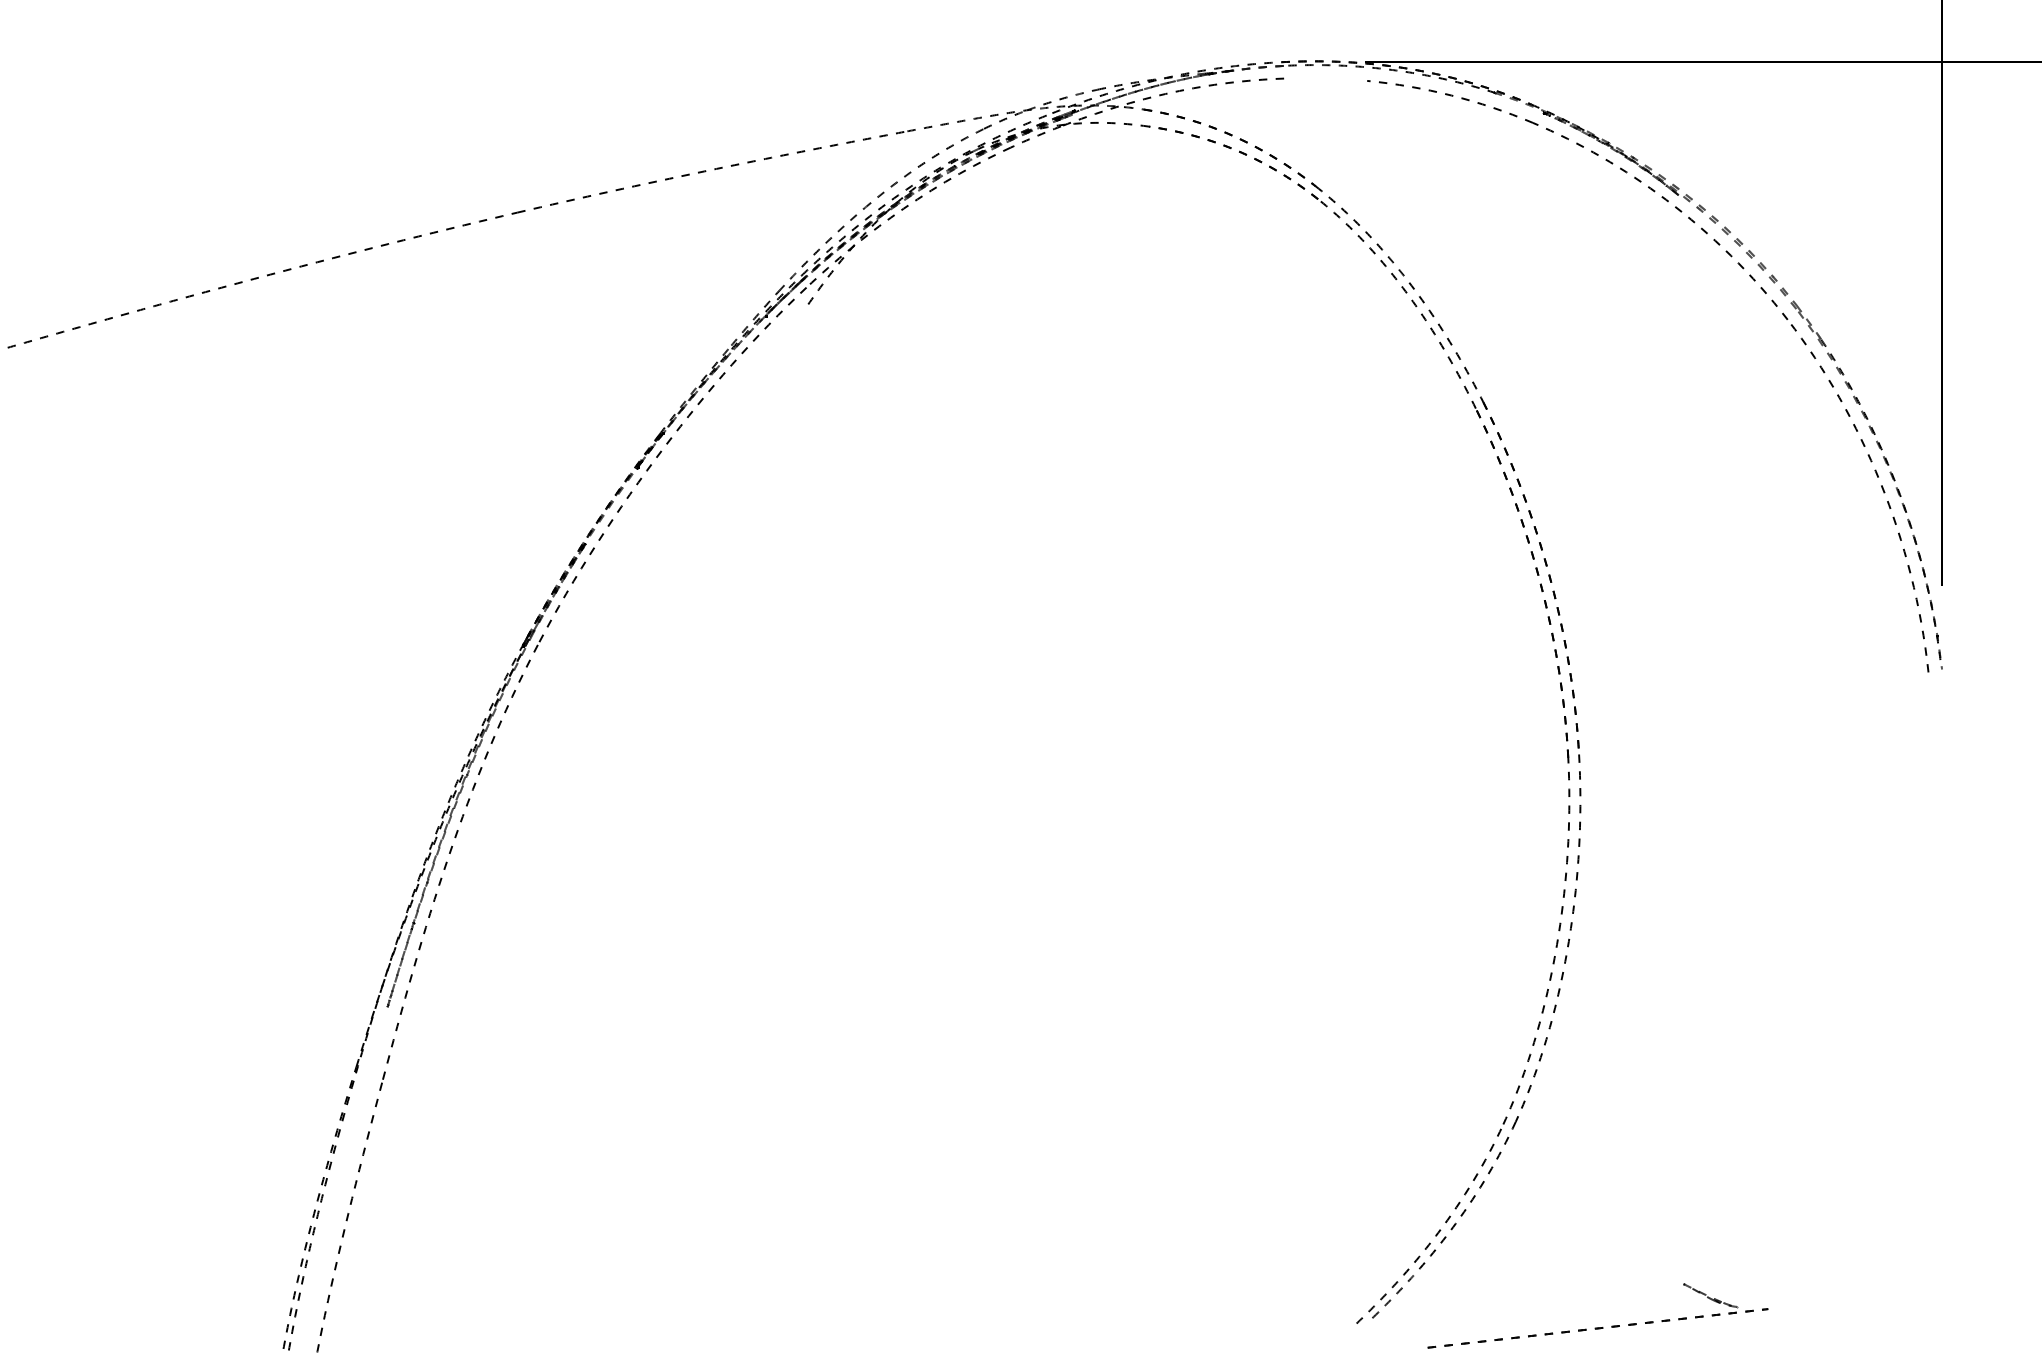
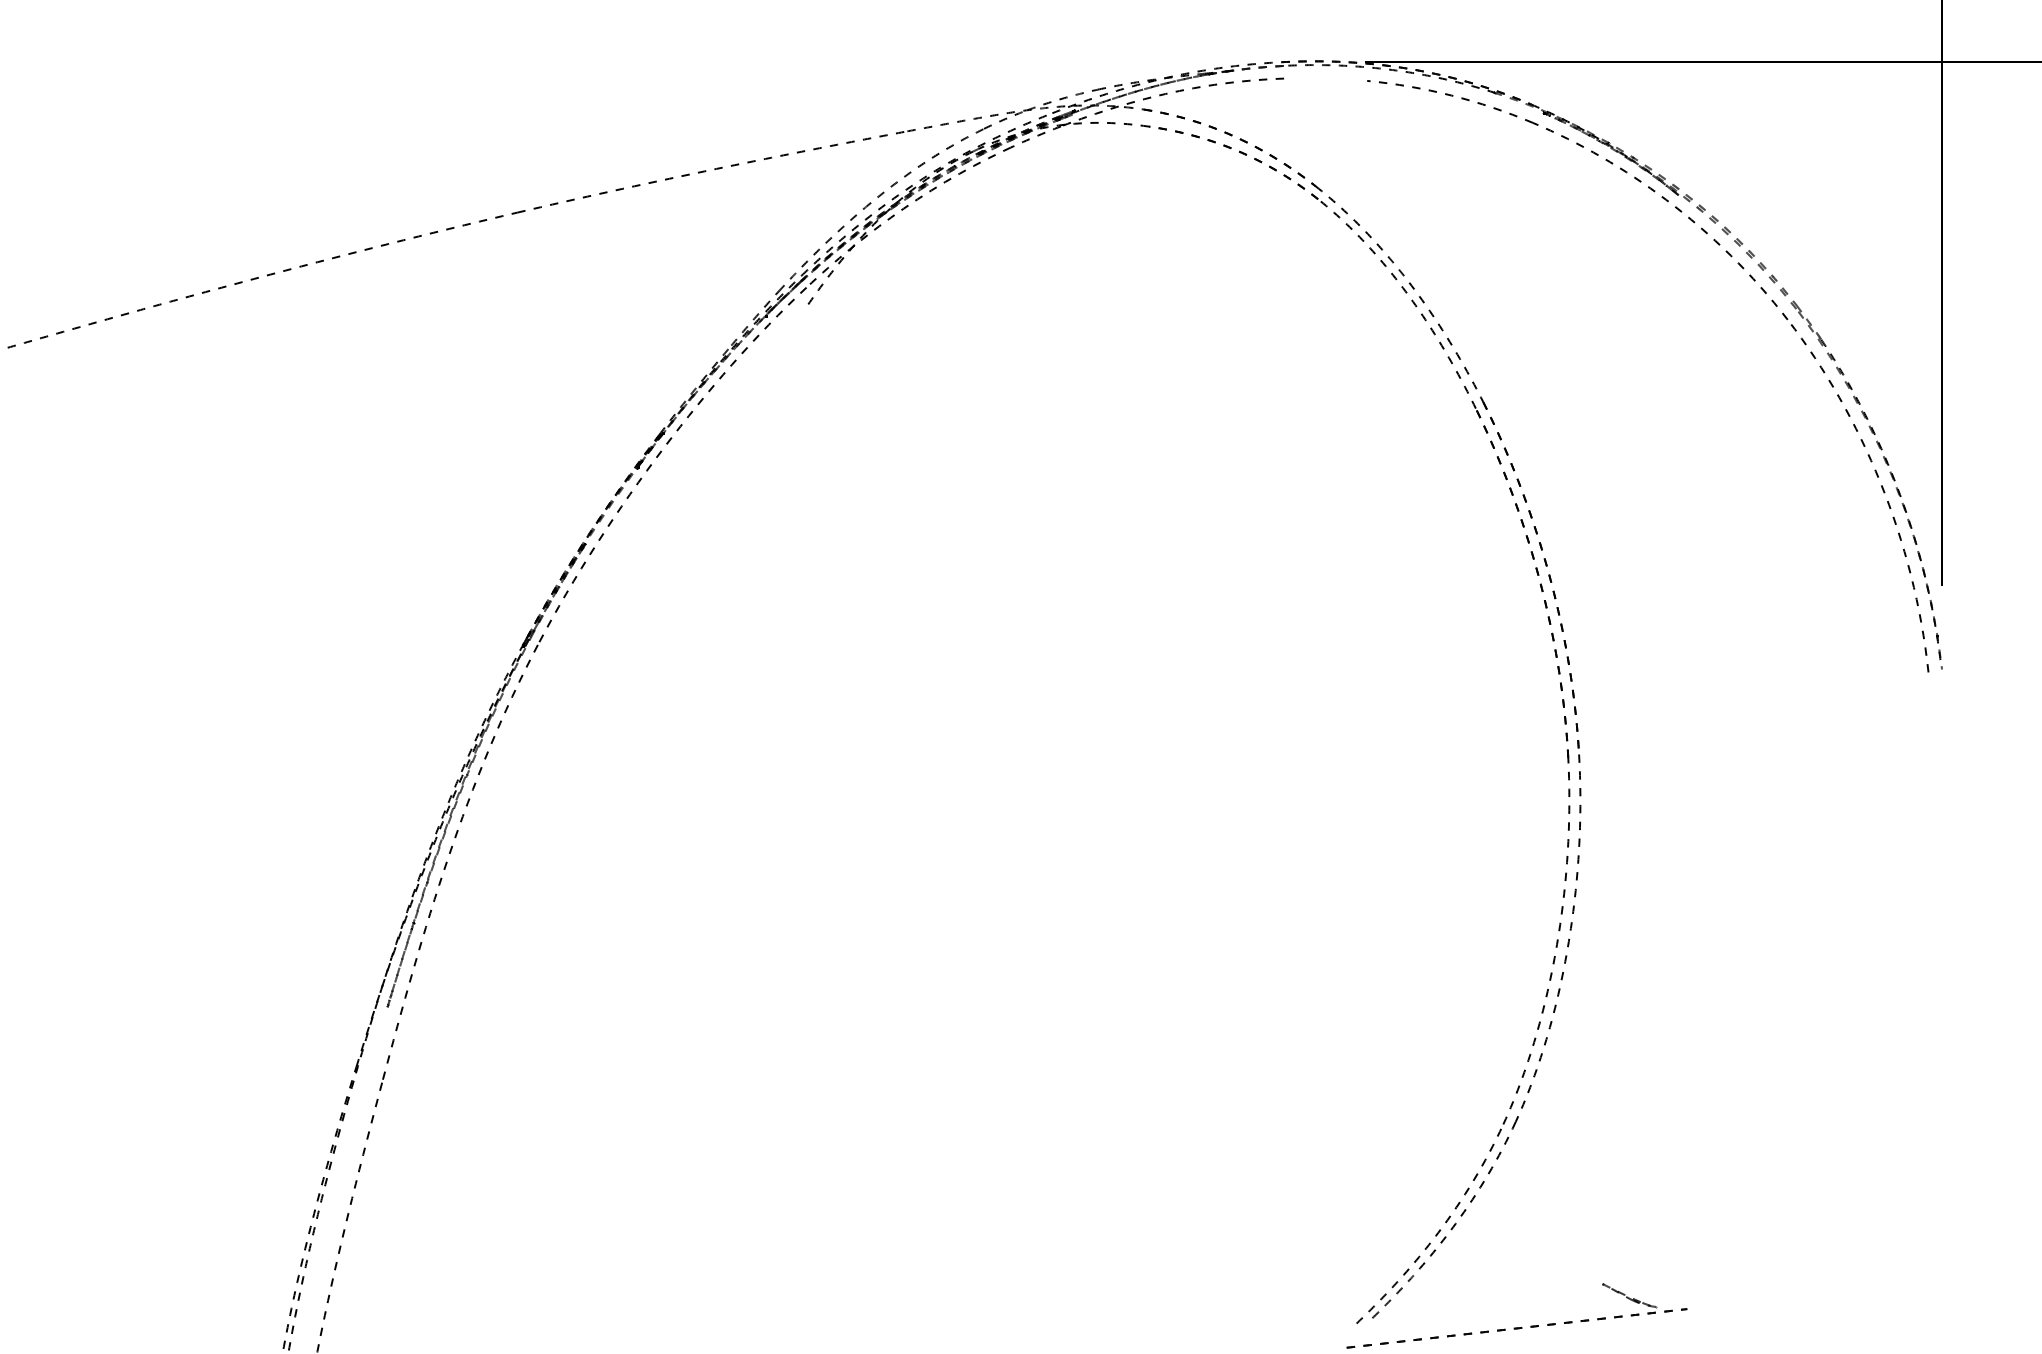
part at (1597, 1327) position: (1597, 1327) -> (1516, 1327)
